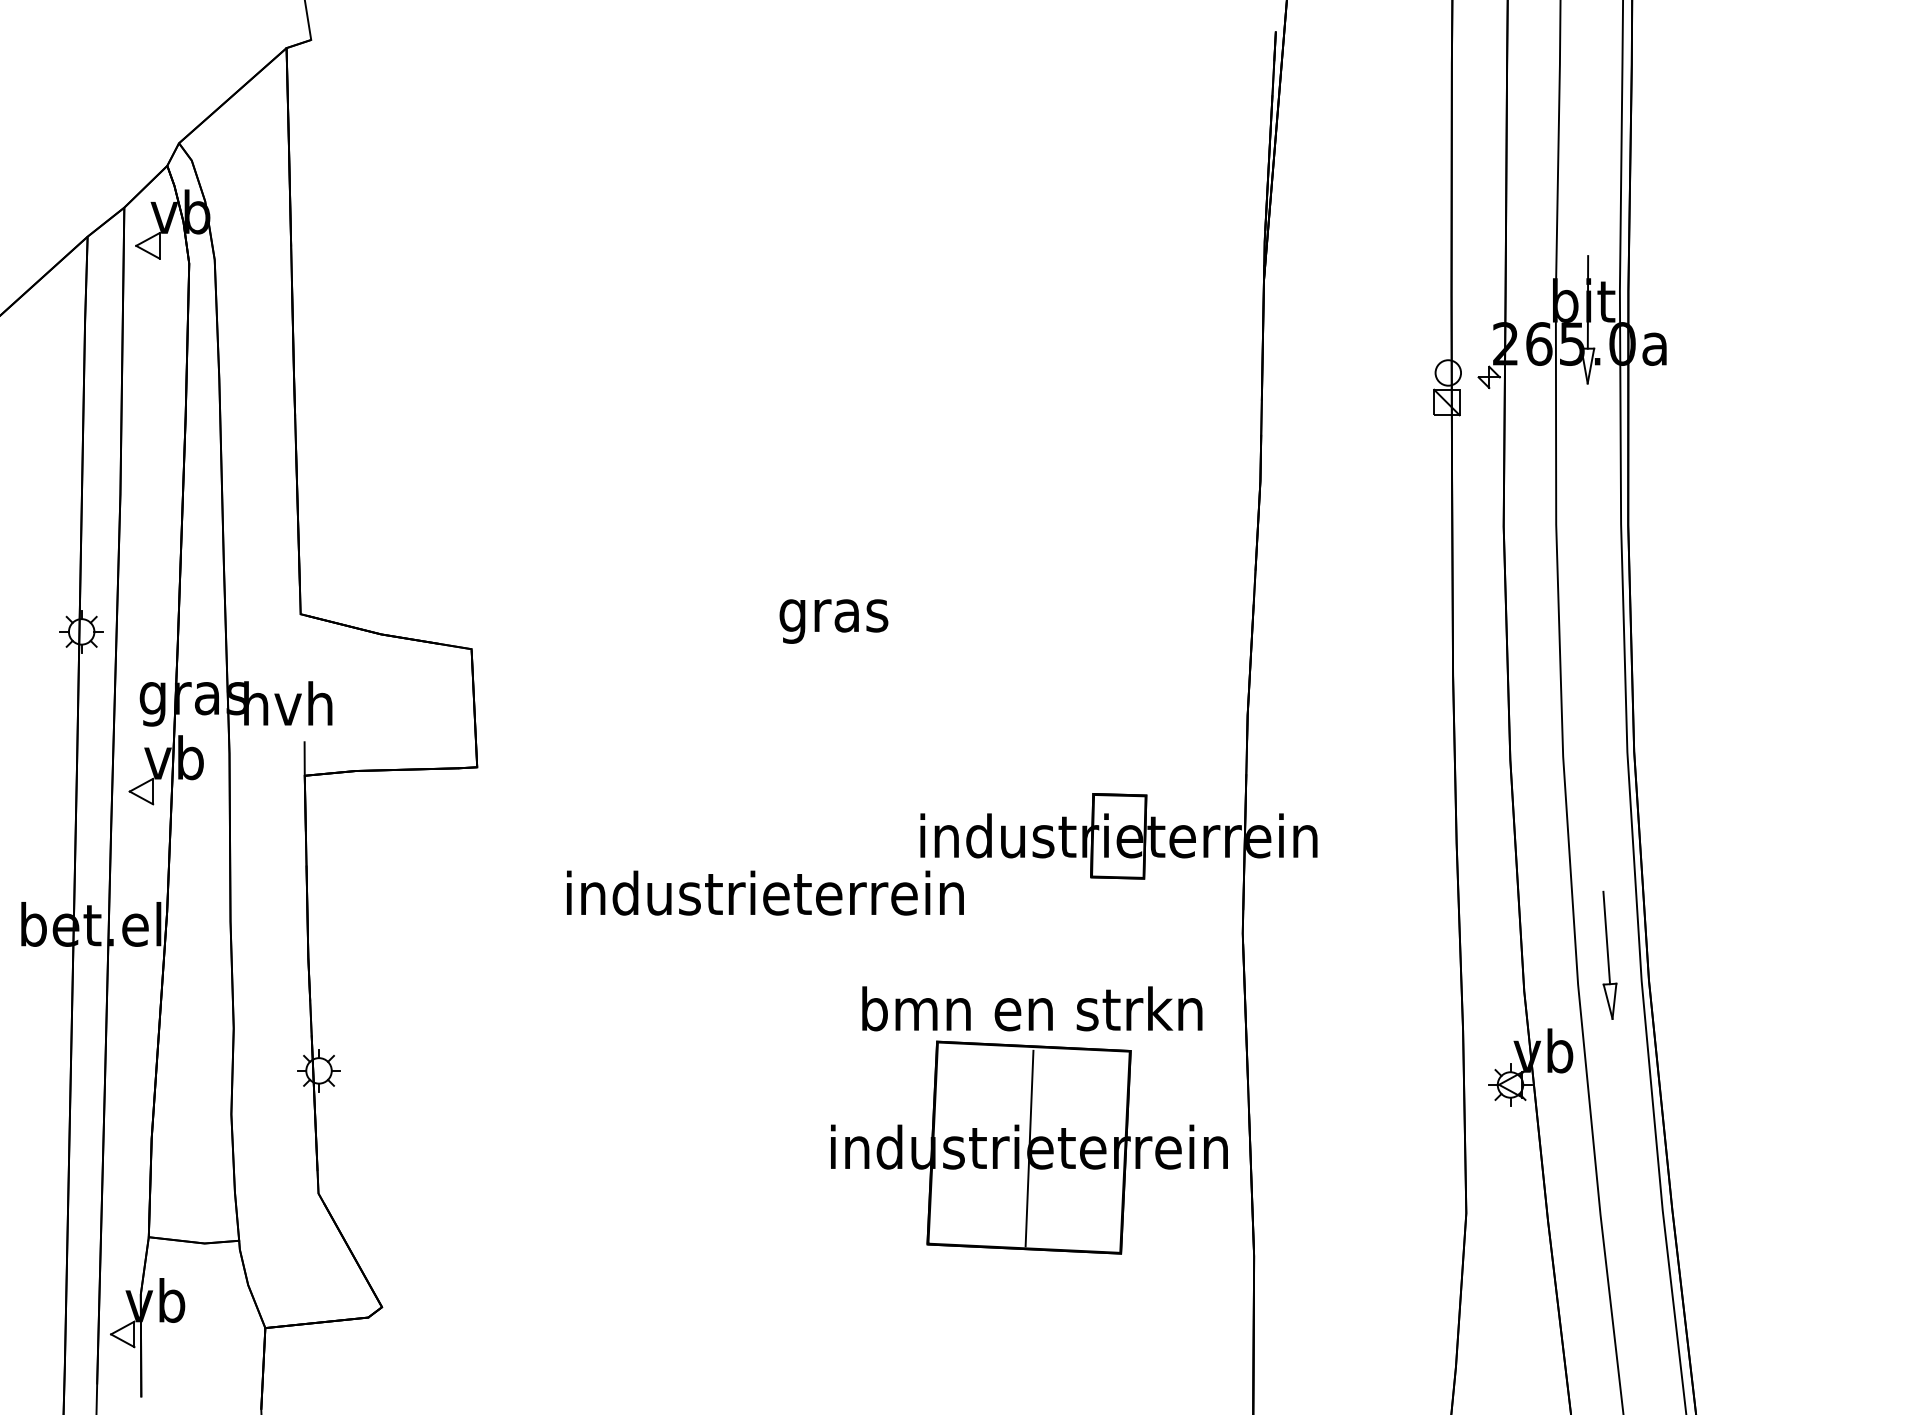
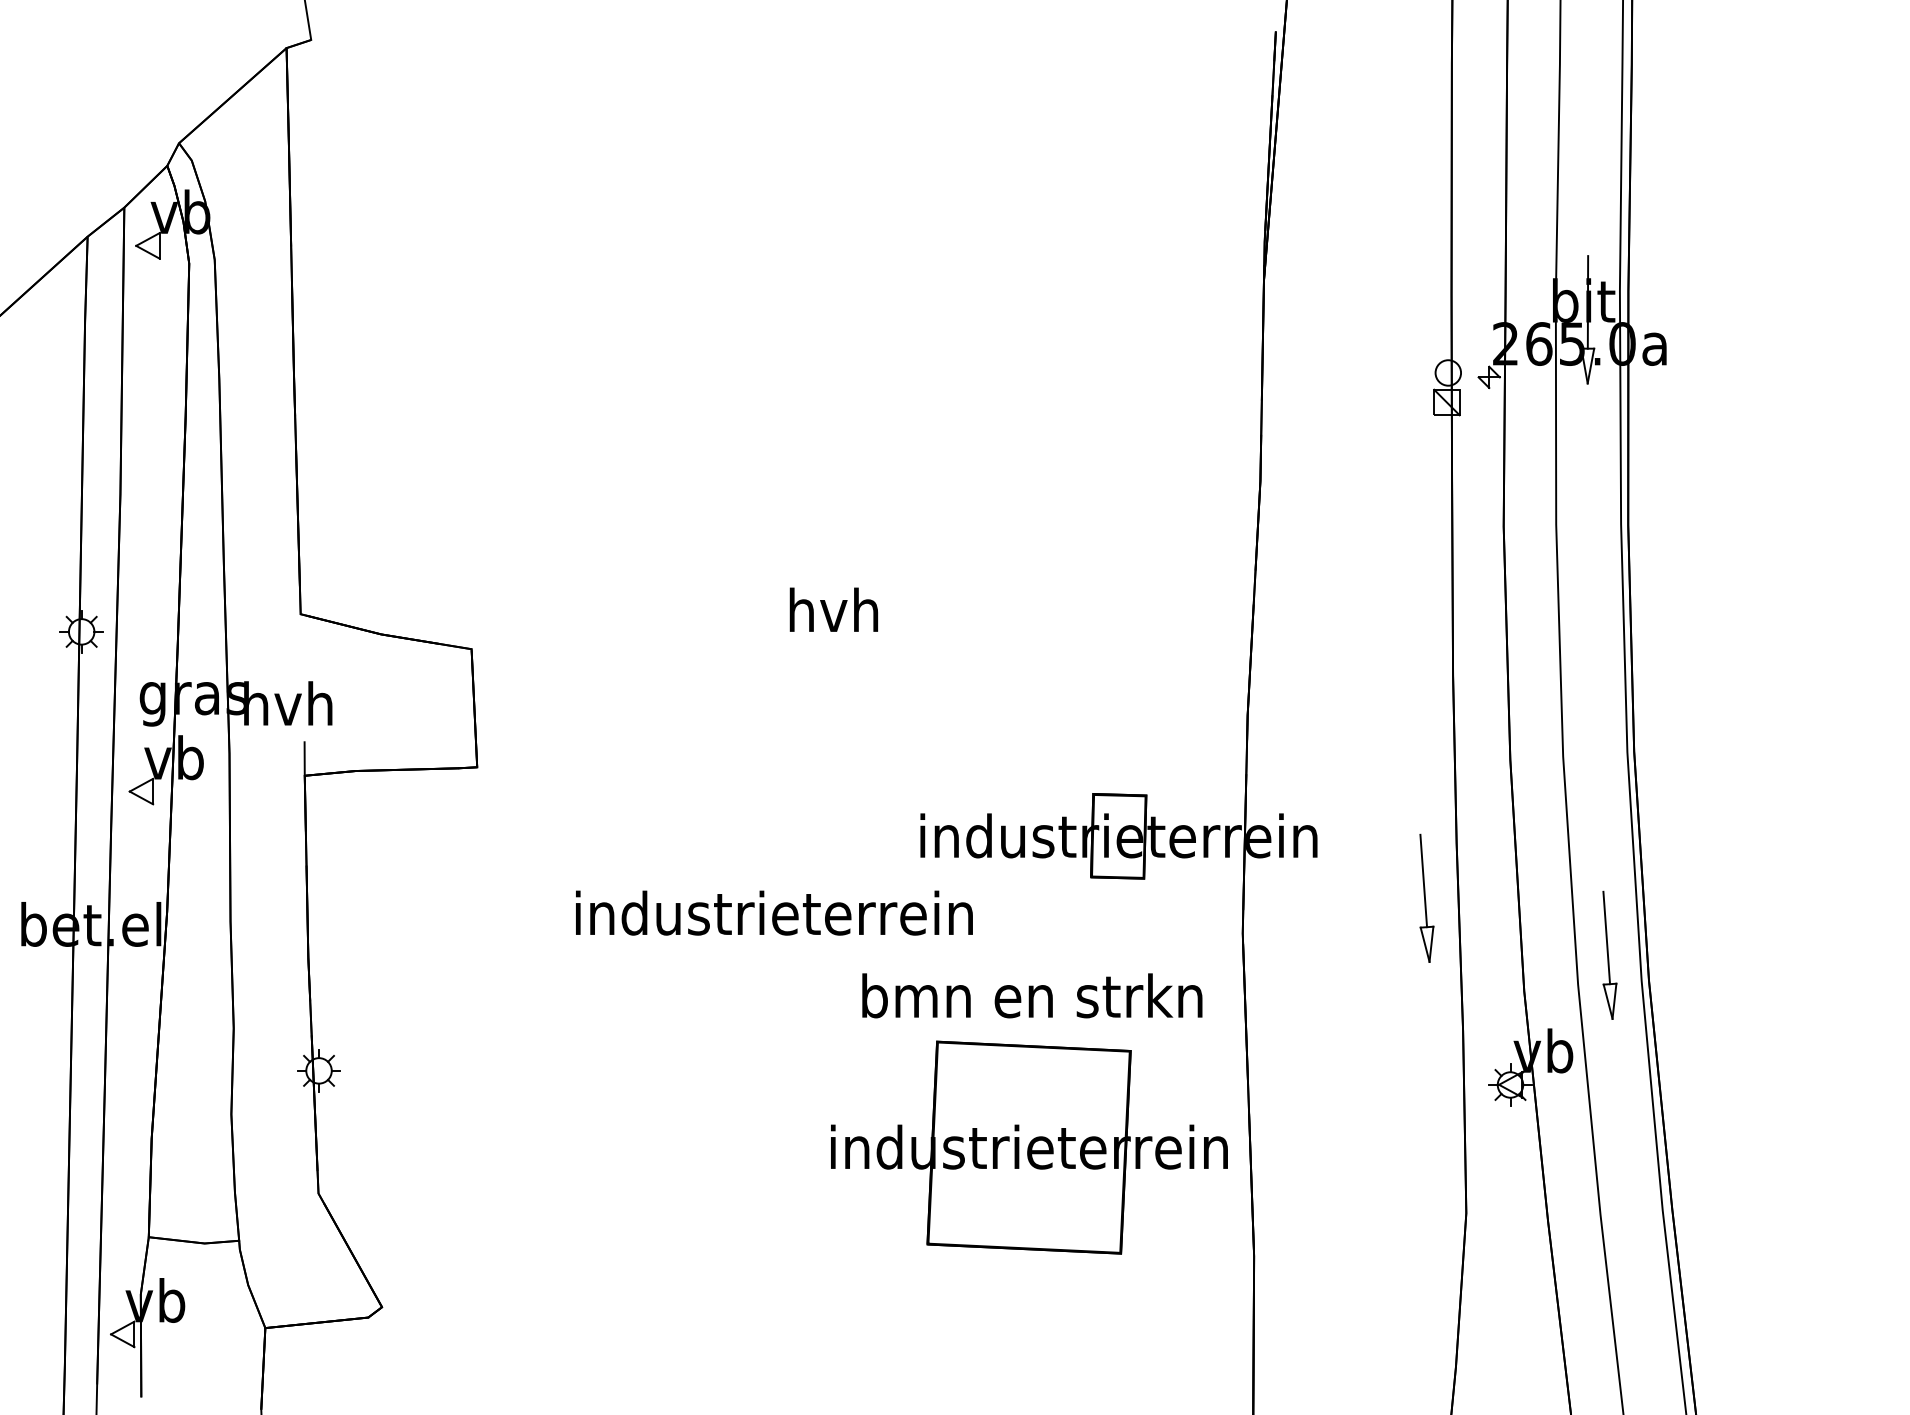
text at (833, 615): gras -> hvh
text at (765, 892) position: (765, 892) -> (774, 912)
part at (1426, 897): none -> present
text at (1032, 1008) position: (1032, 1008) -> (1032, 995)
line at (1029, 1148): present -> none
